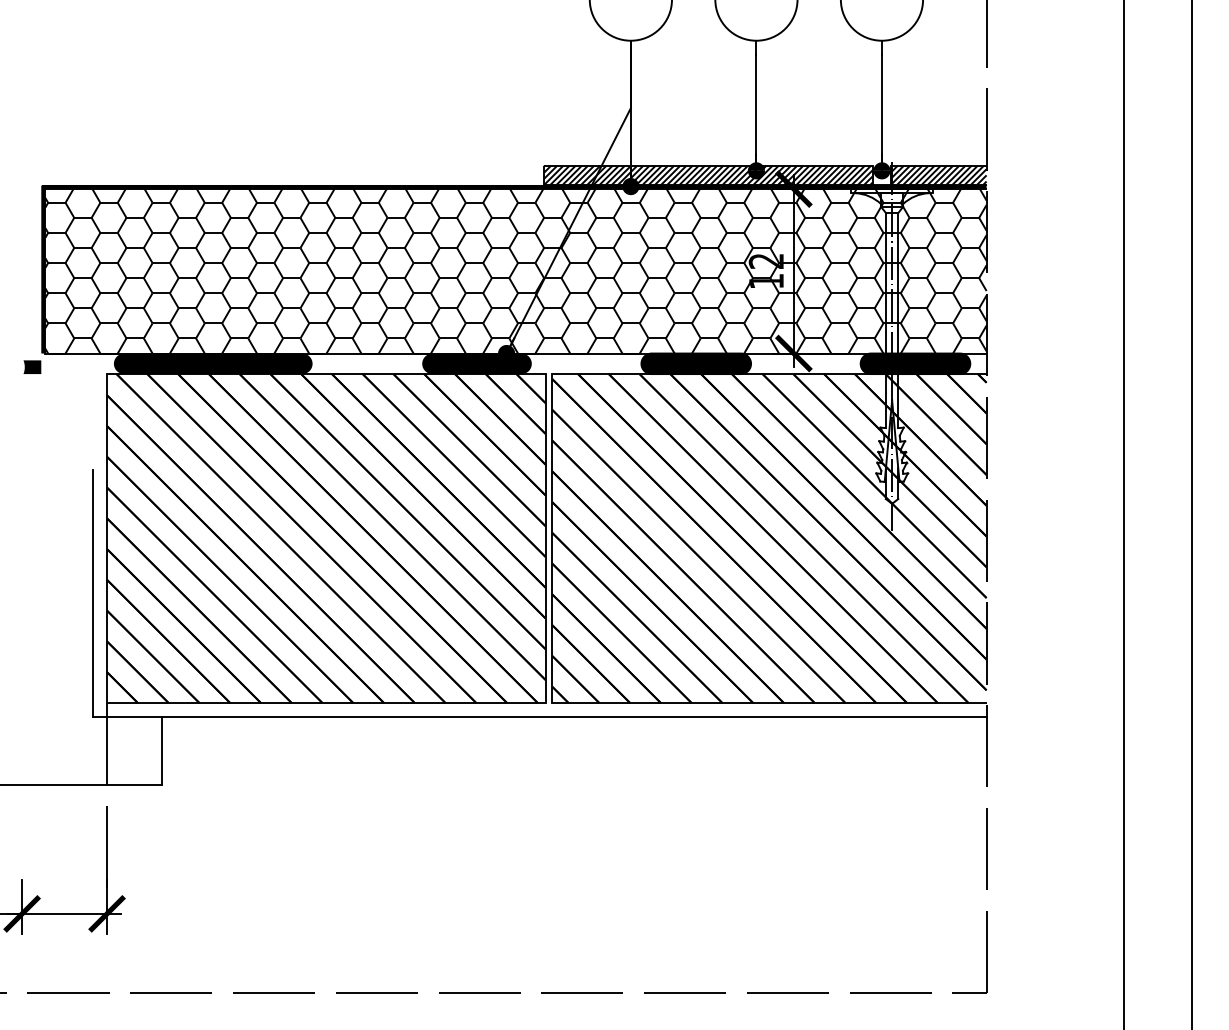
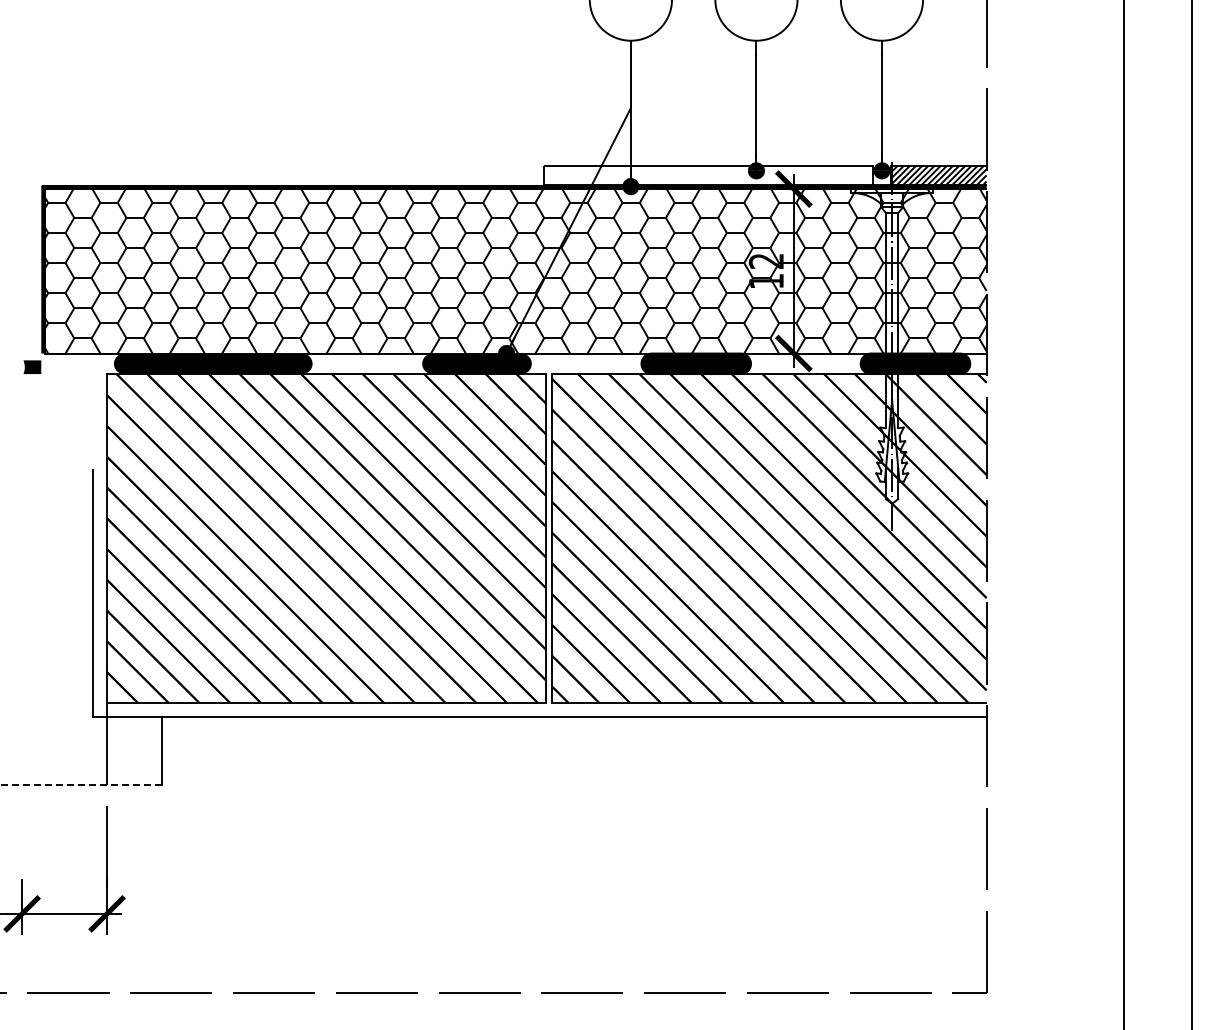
hatch at (708, 175): present -> none
line at (80, 785): solid -> dashed
